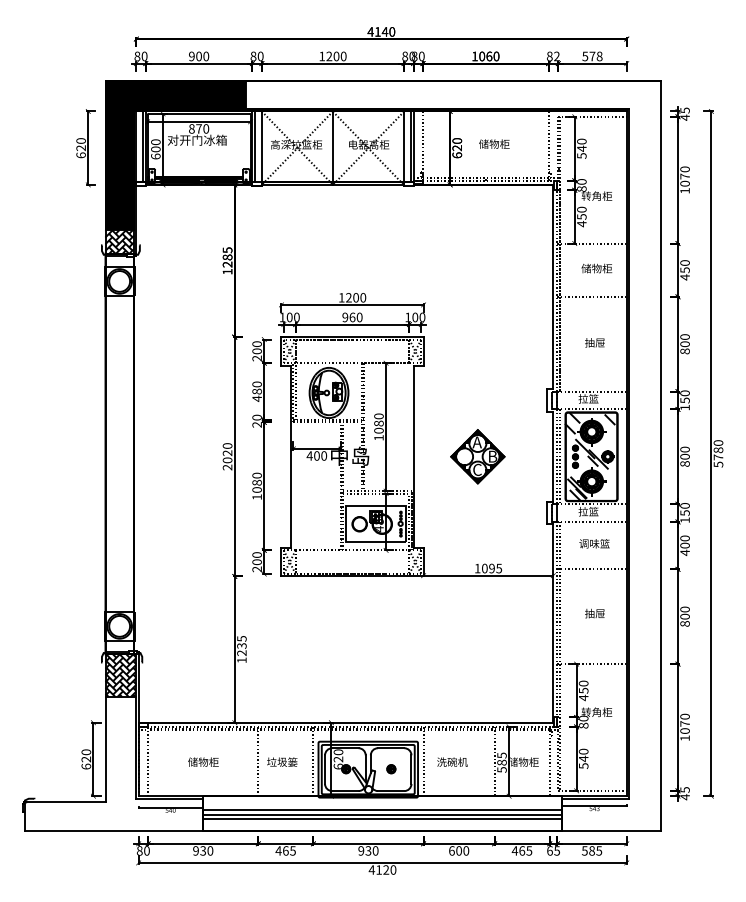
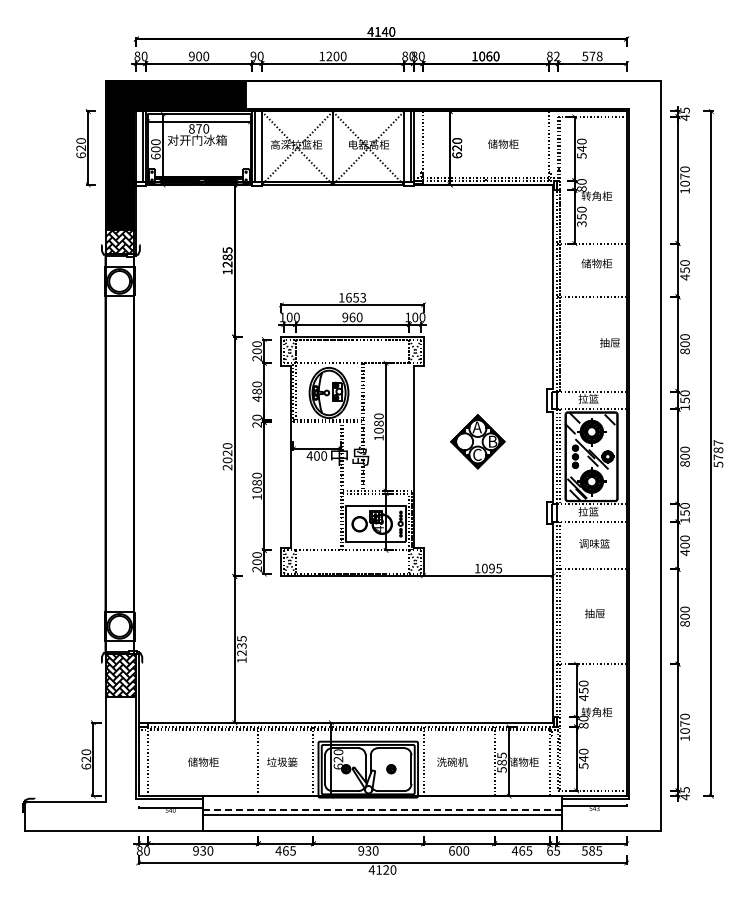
text at (253, 55): 80 -> 90
text at (494, 143) position: (494, 143) -> (503, 143)
text at (581, 223): 450 -> 350
text at (596, 268) position: (596, 268) -> (596, 263)
text at (356, 297): 1200 -> 1653
text at (594, 342) position: (594, 342) -> (609, 342)
text at (718, 442): 5780 -> 5787
part at (477, 456) position: (477, 456) -> (477, 441)
line at (382, 809): solid -> dashed
line at (382, 819): present -> none
